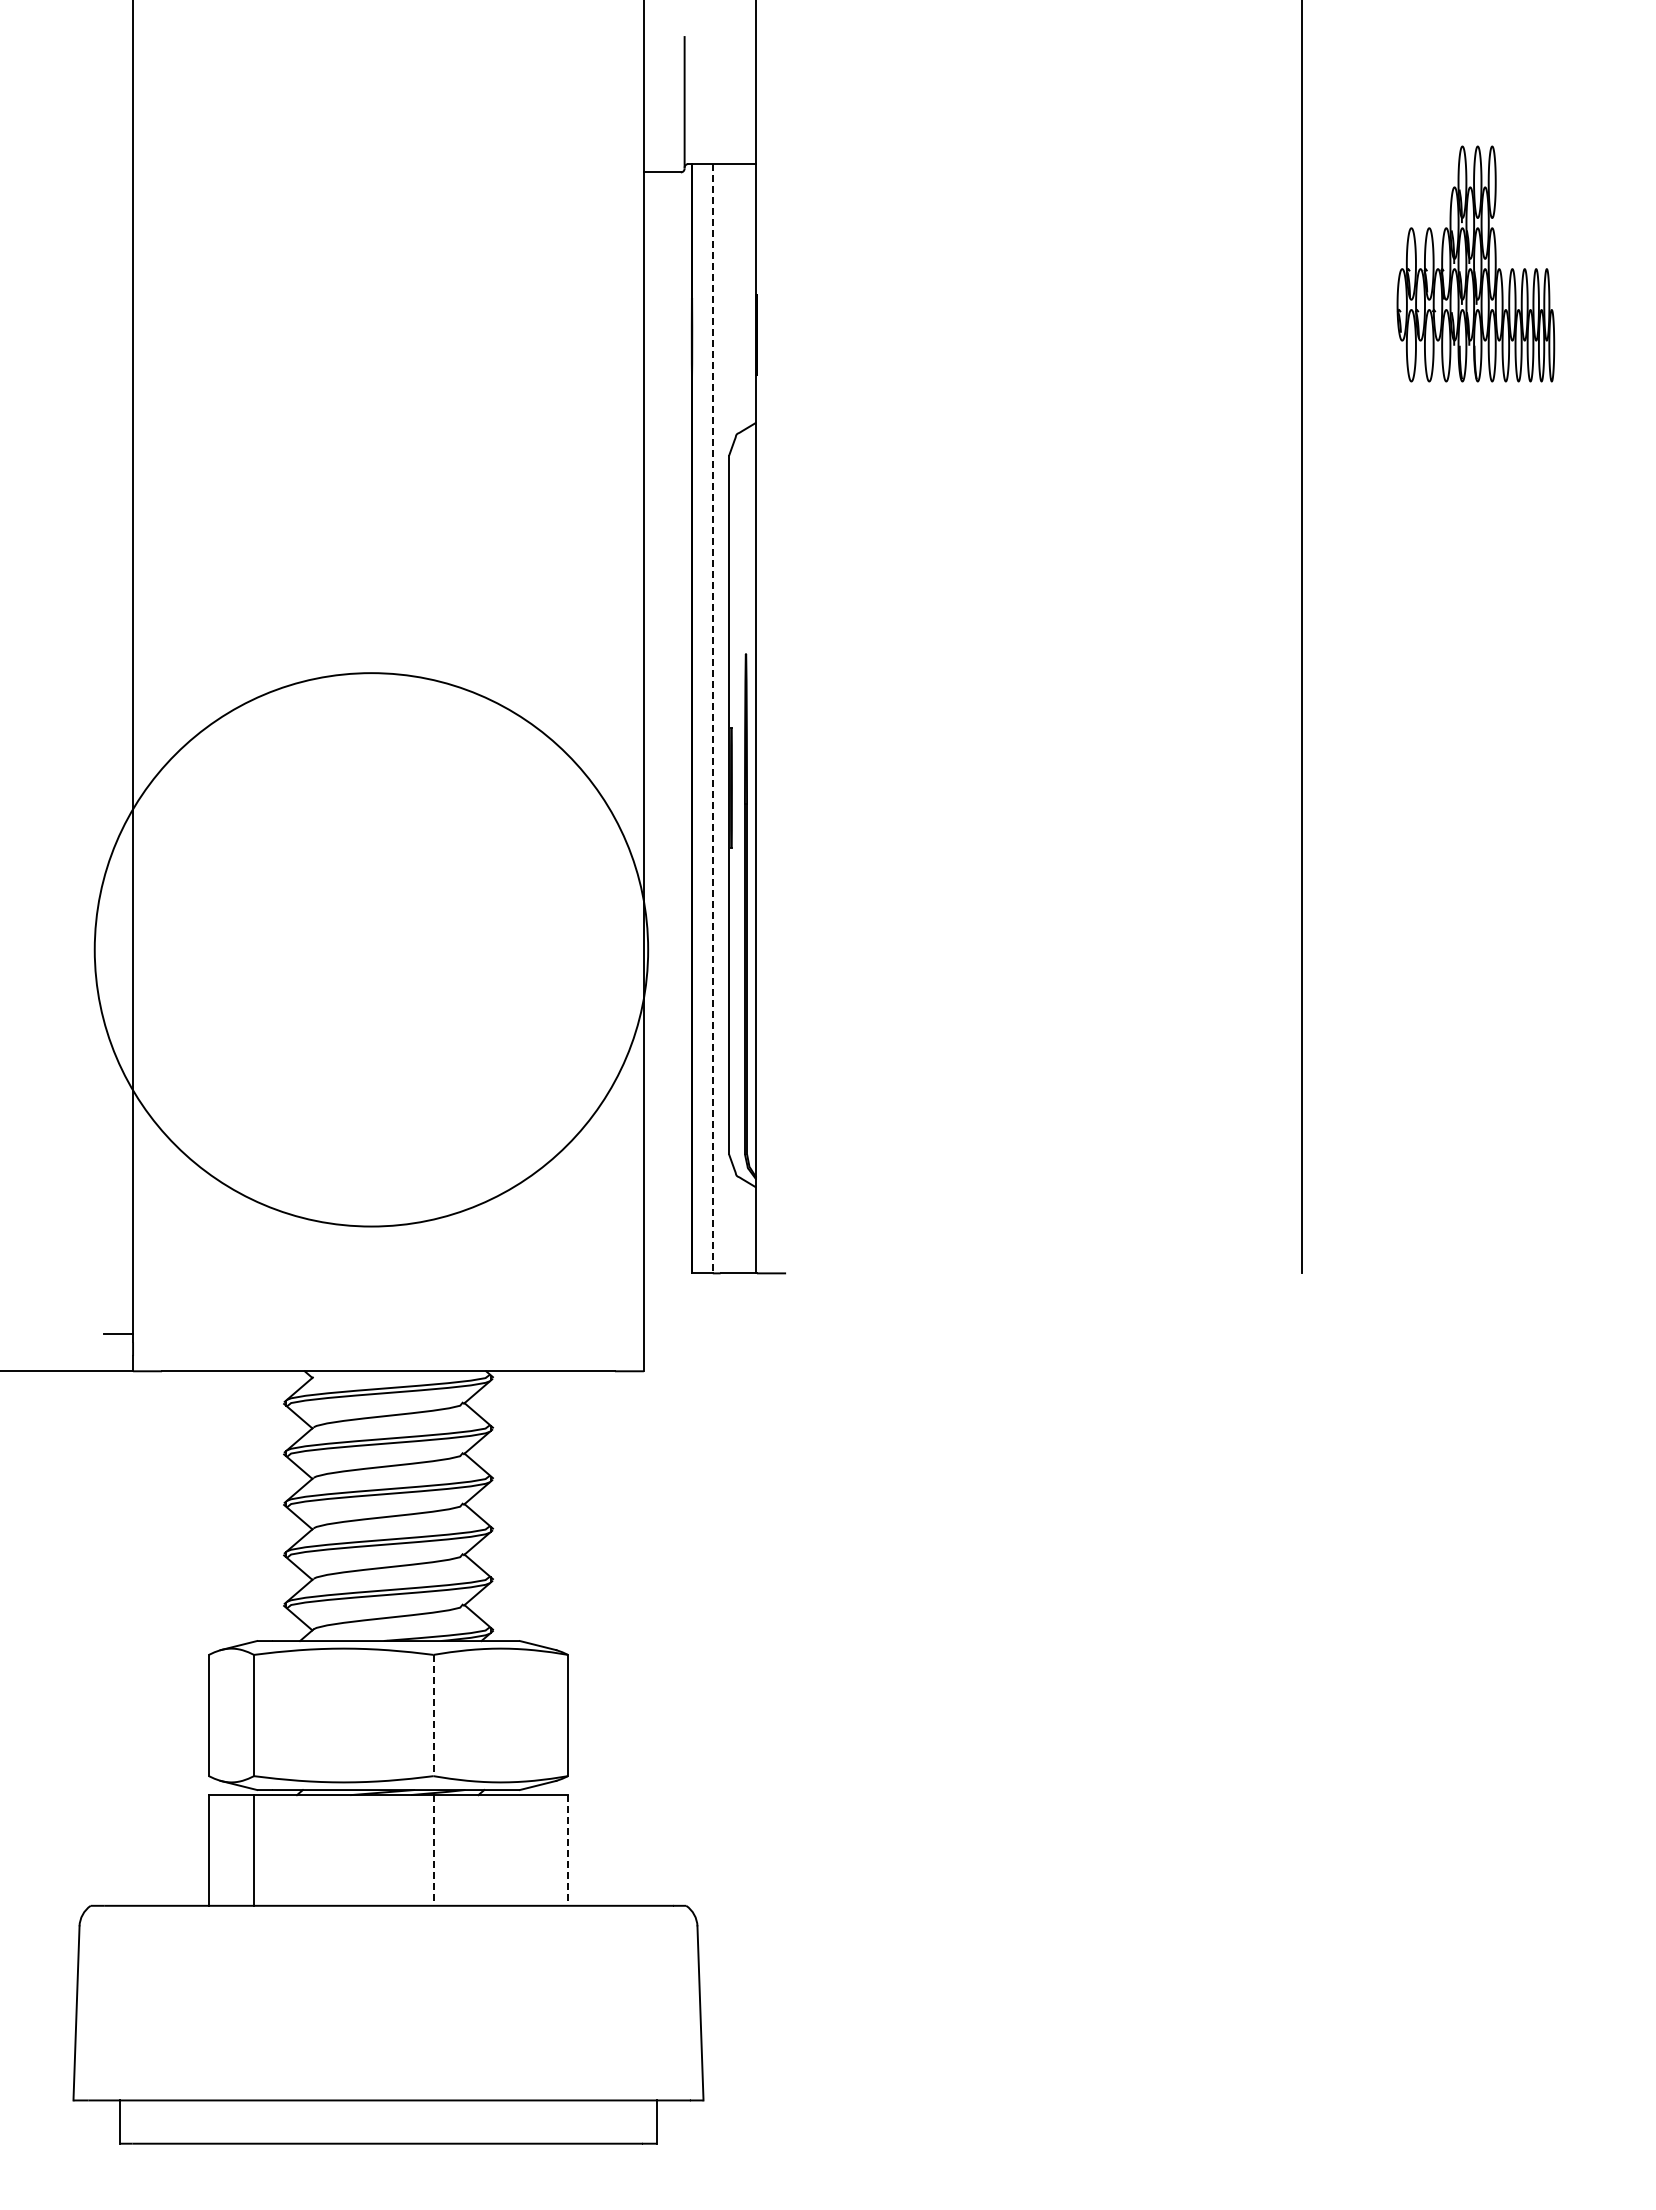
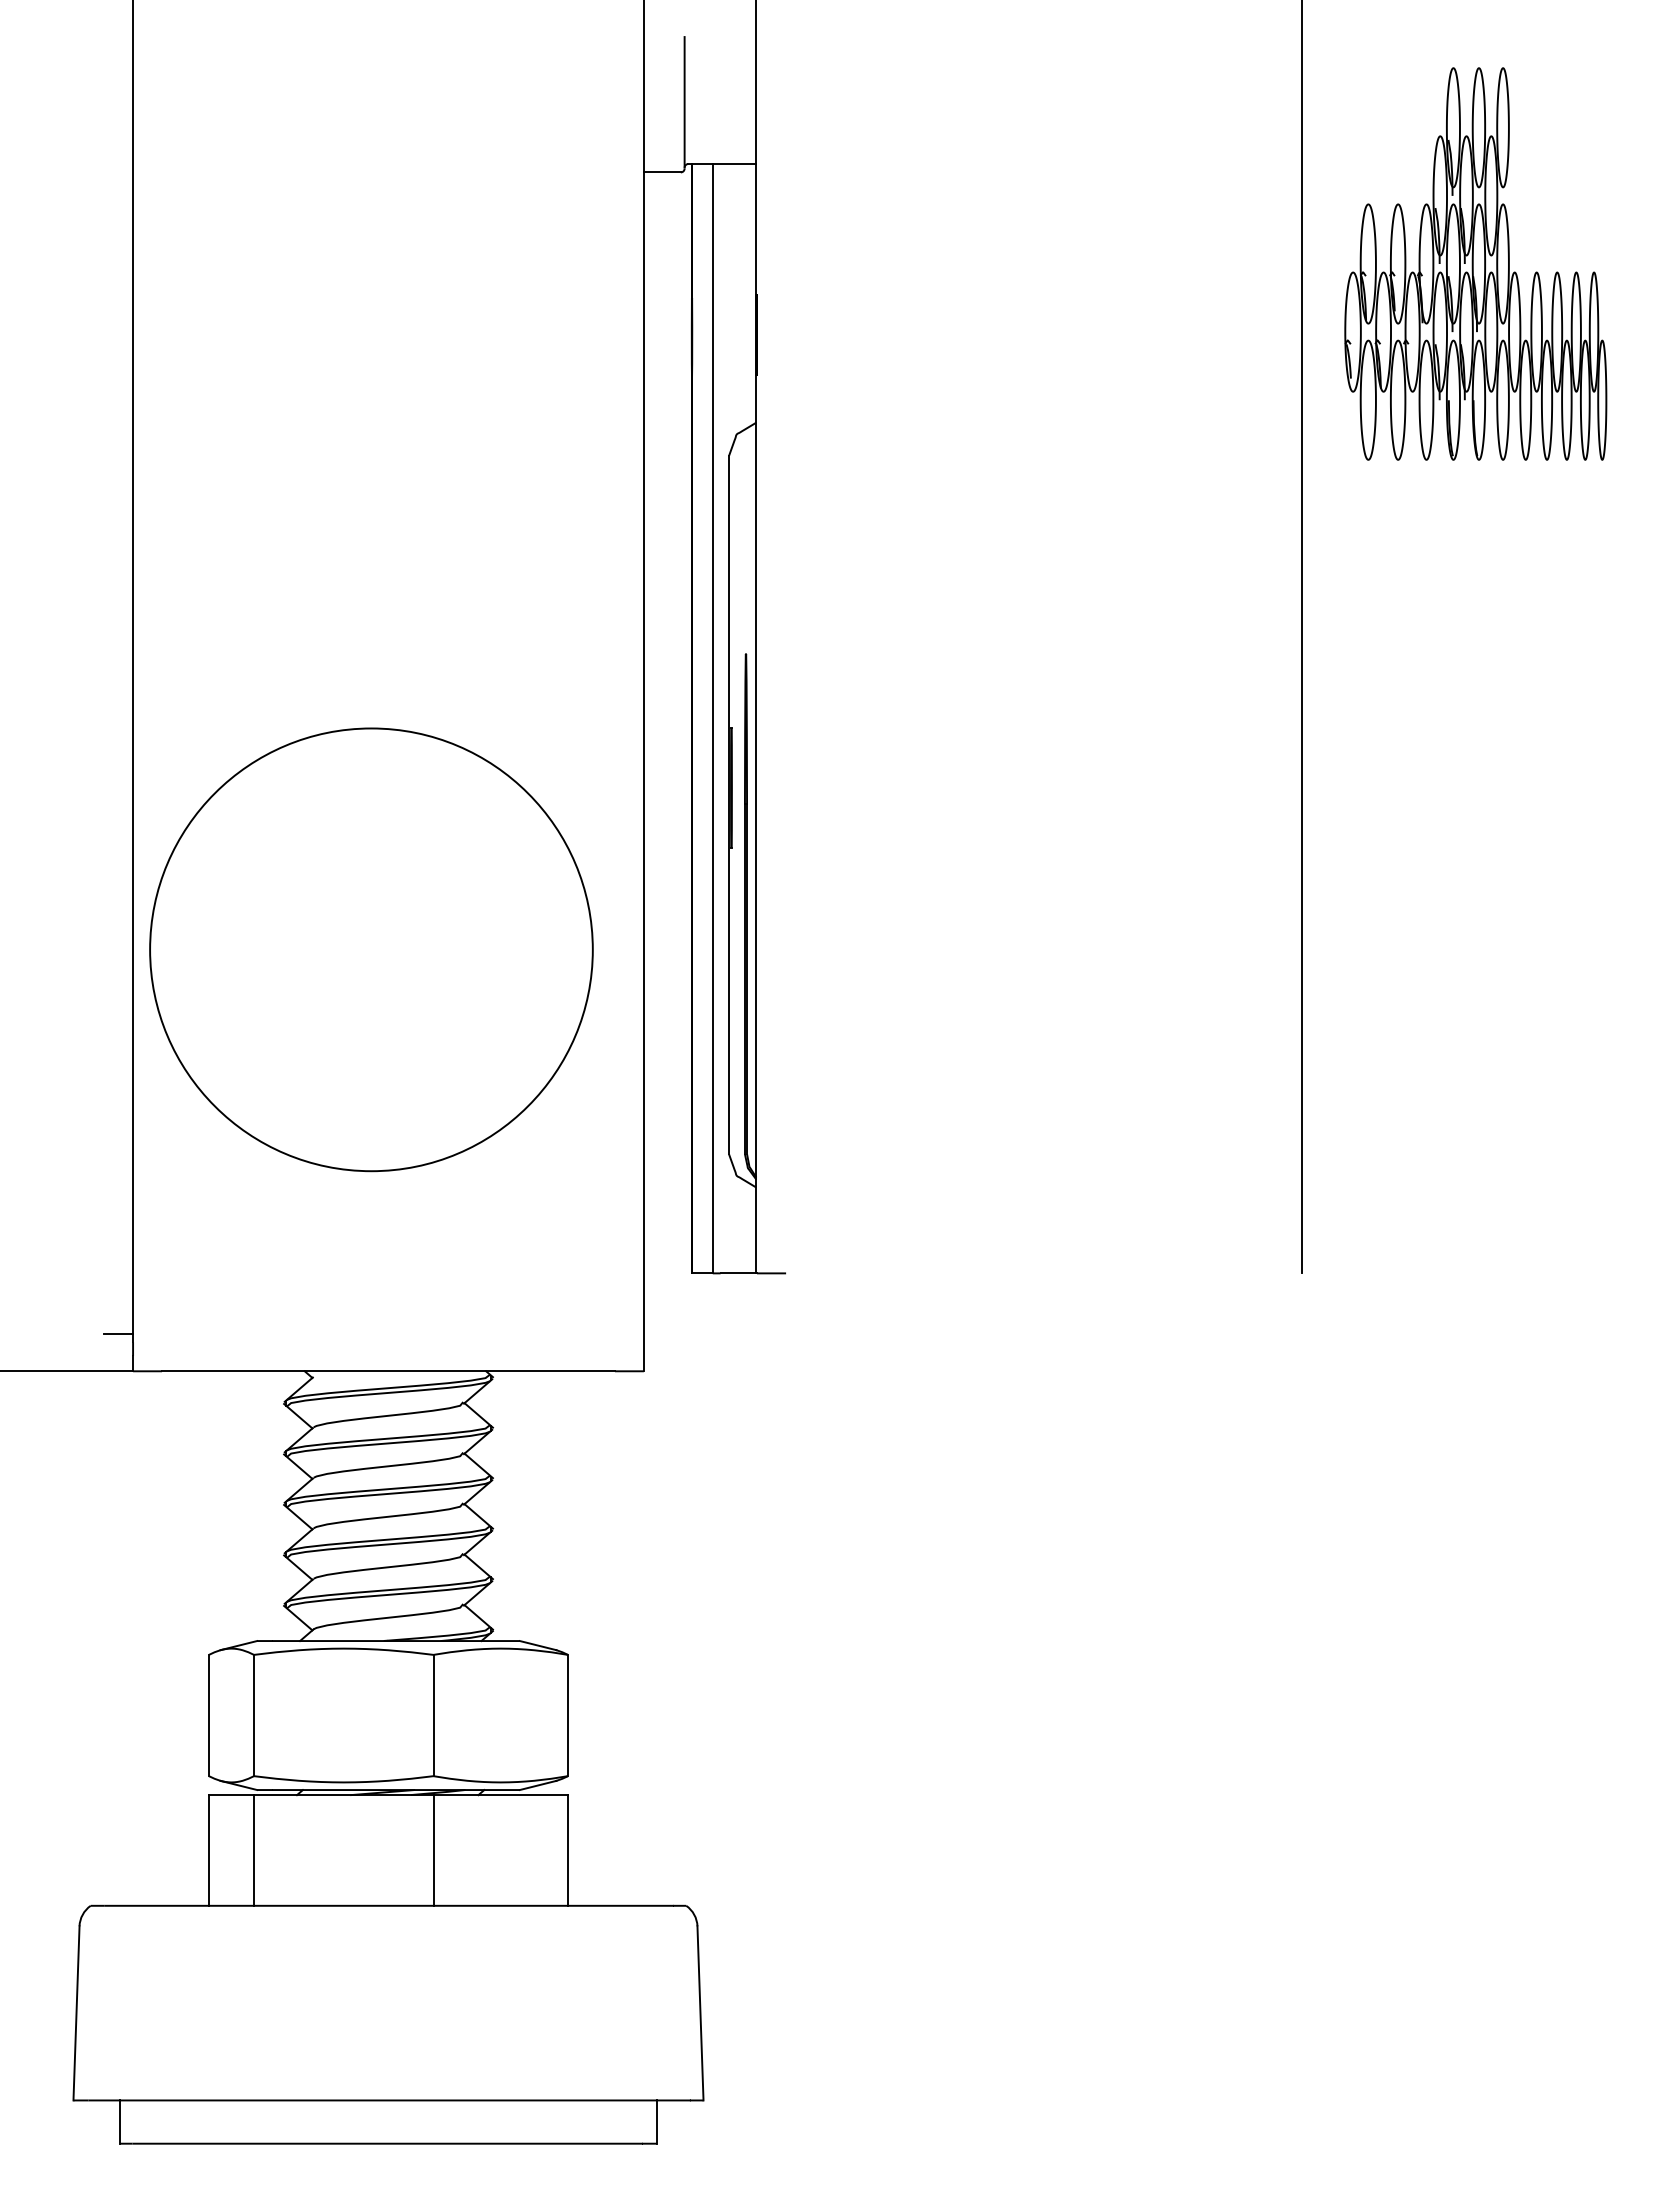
part at (1475, 263) size: 160x238 px -> 264x394 px
line at (712, 718): dashed -> solid
circle at (371, 949) diameter: 553 px -> 443 px
line at (433, 1715): dashed -> solid
line at (433, 1850): dashed -> solid
line at (568, 1850): dashed -> solid
